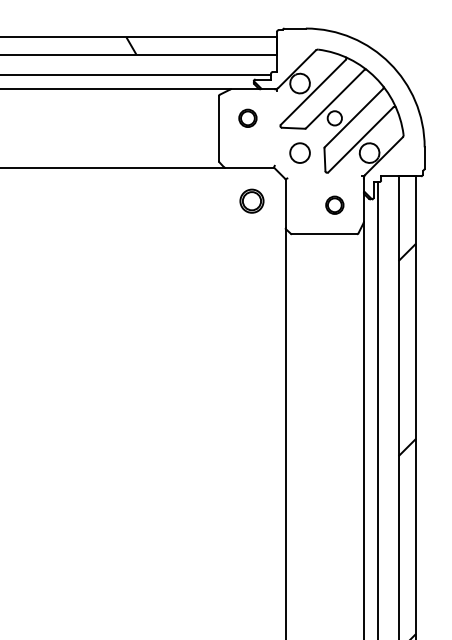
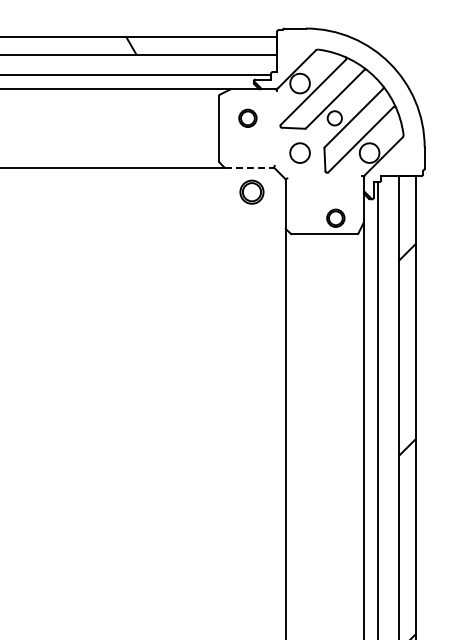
line at (250, 167): solid -> dashed
part at (251, 200) position: (251, 200) -> (251, 191)
part at (334, 204) position: (334, 204) -> (335, 217)
